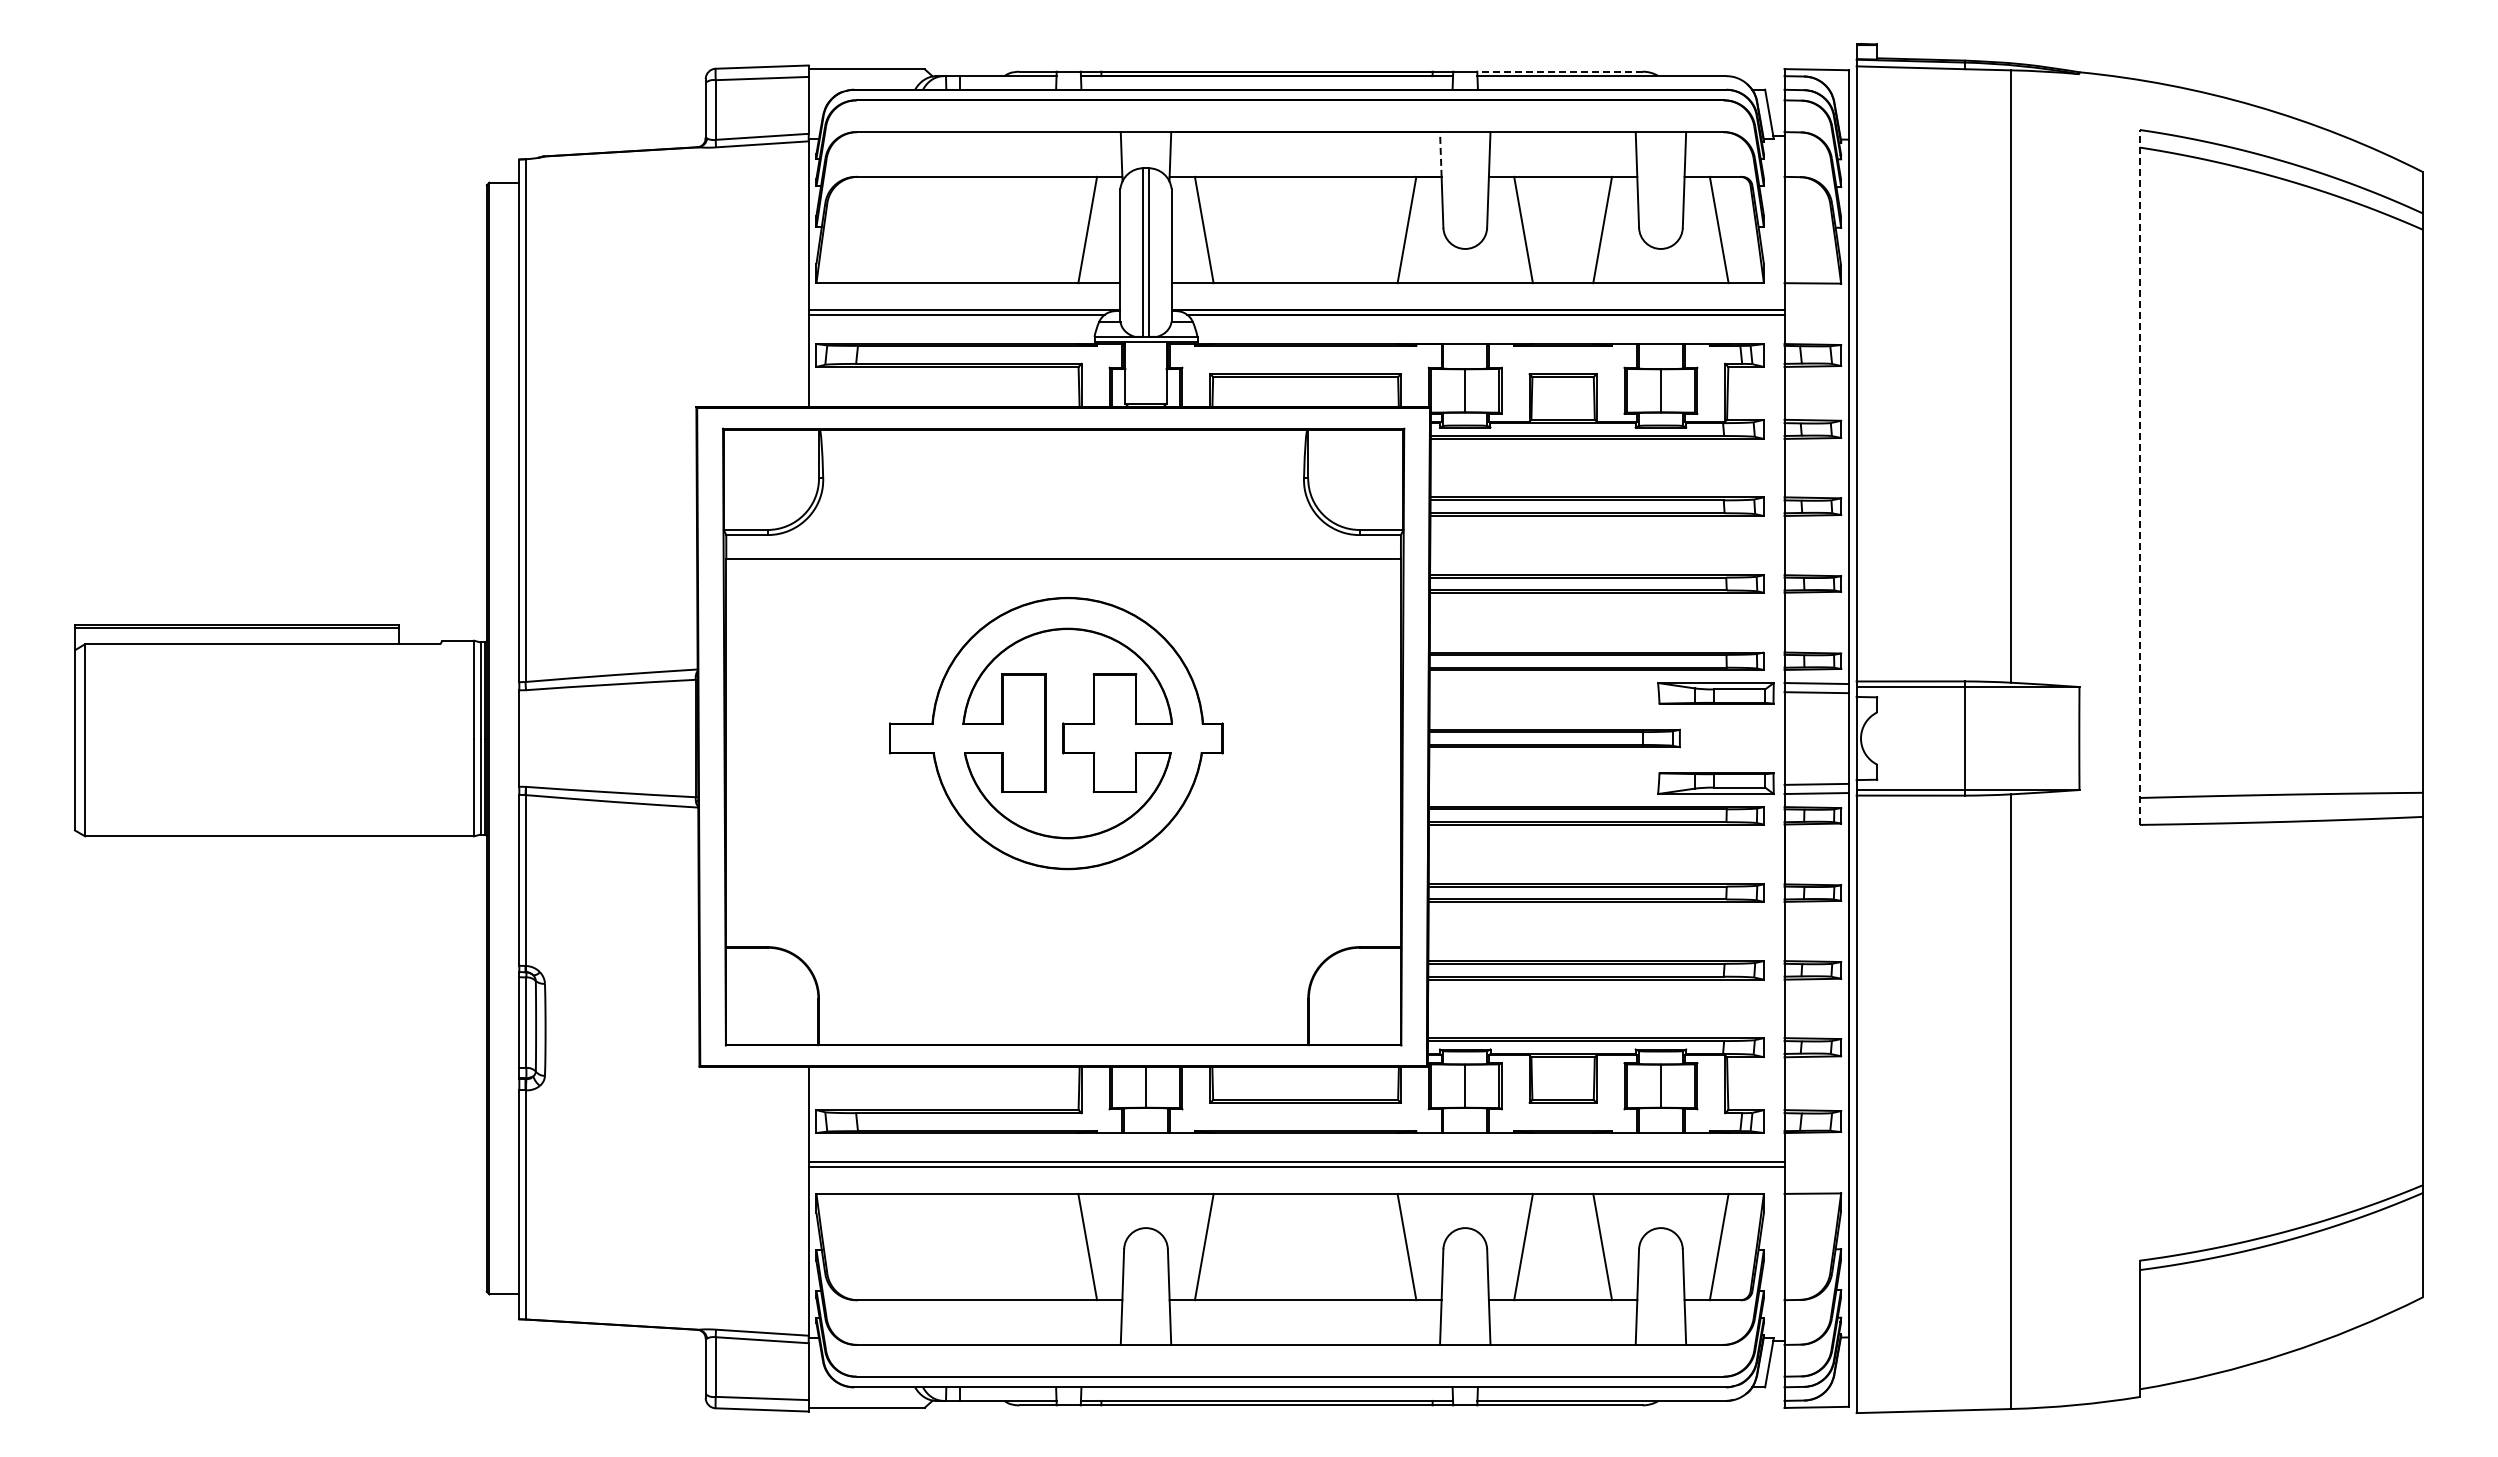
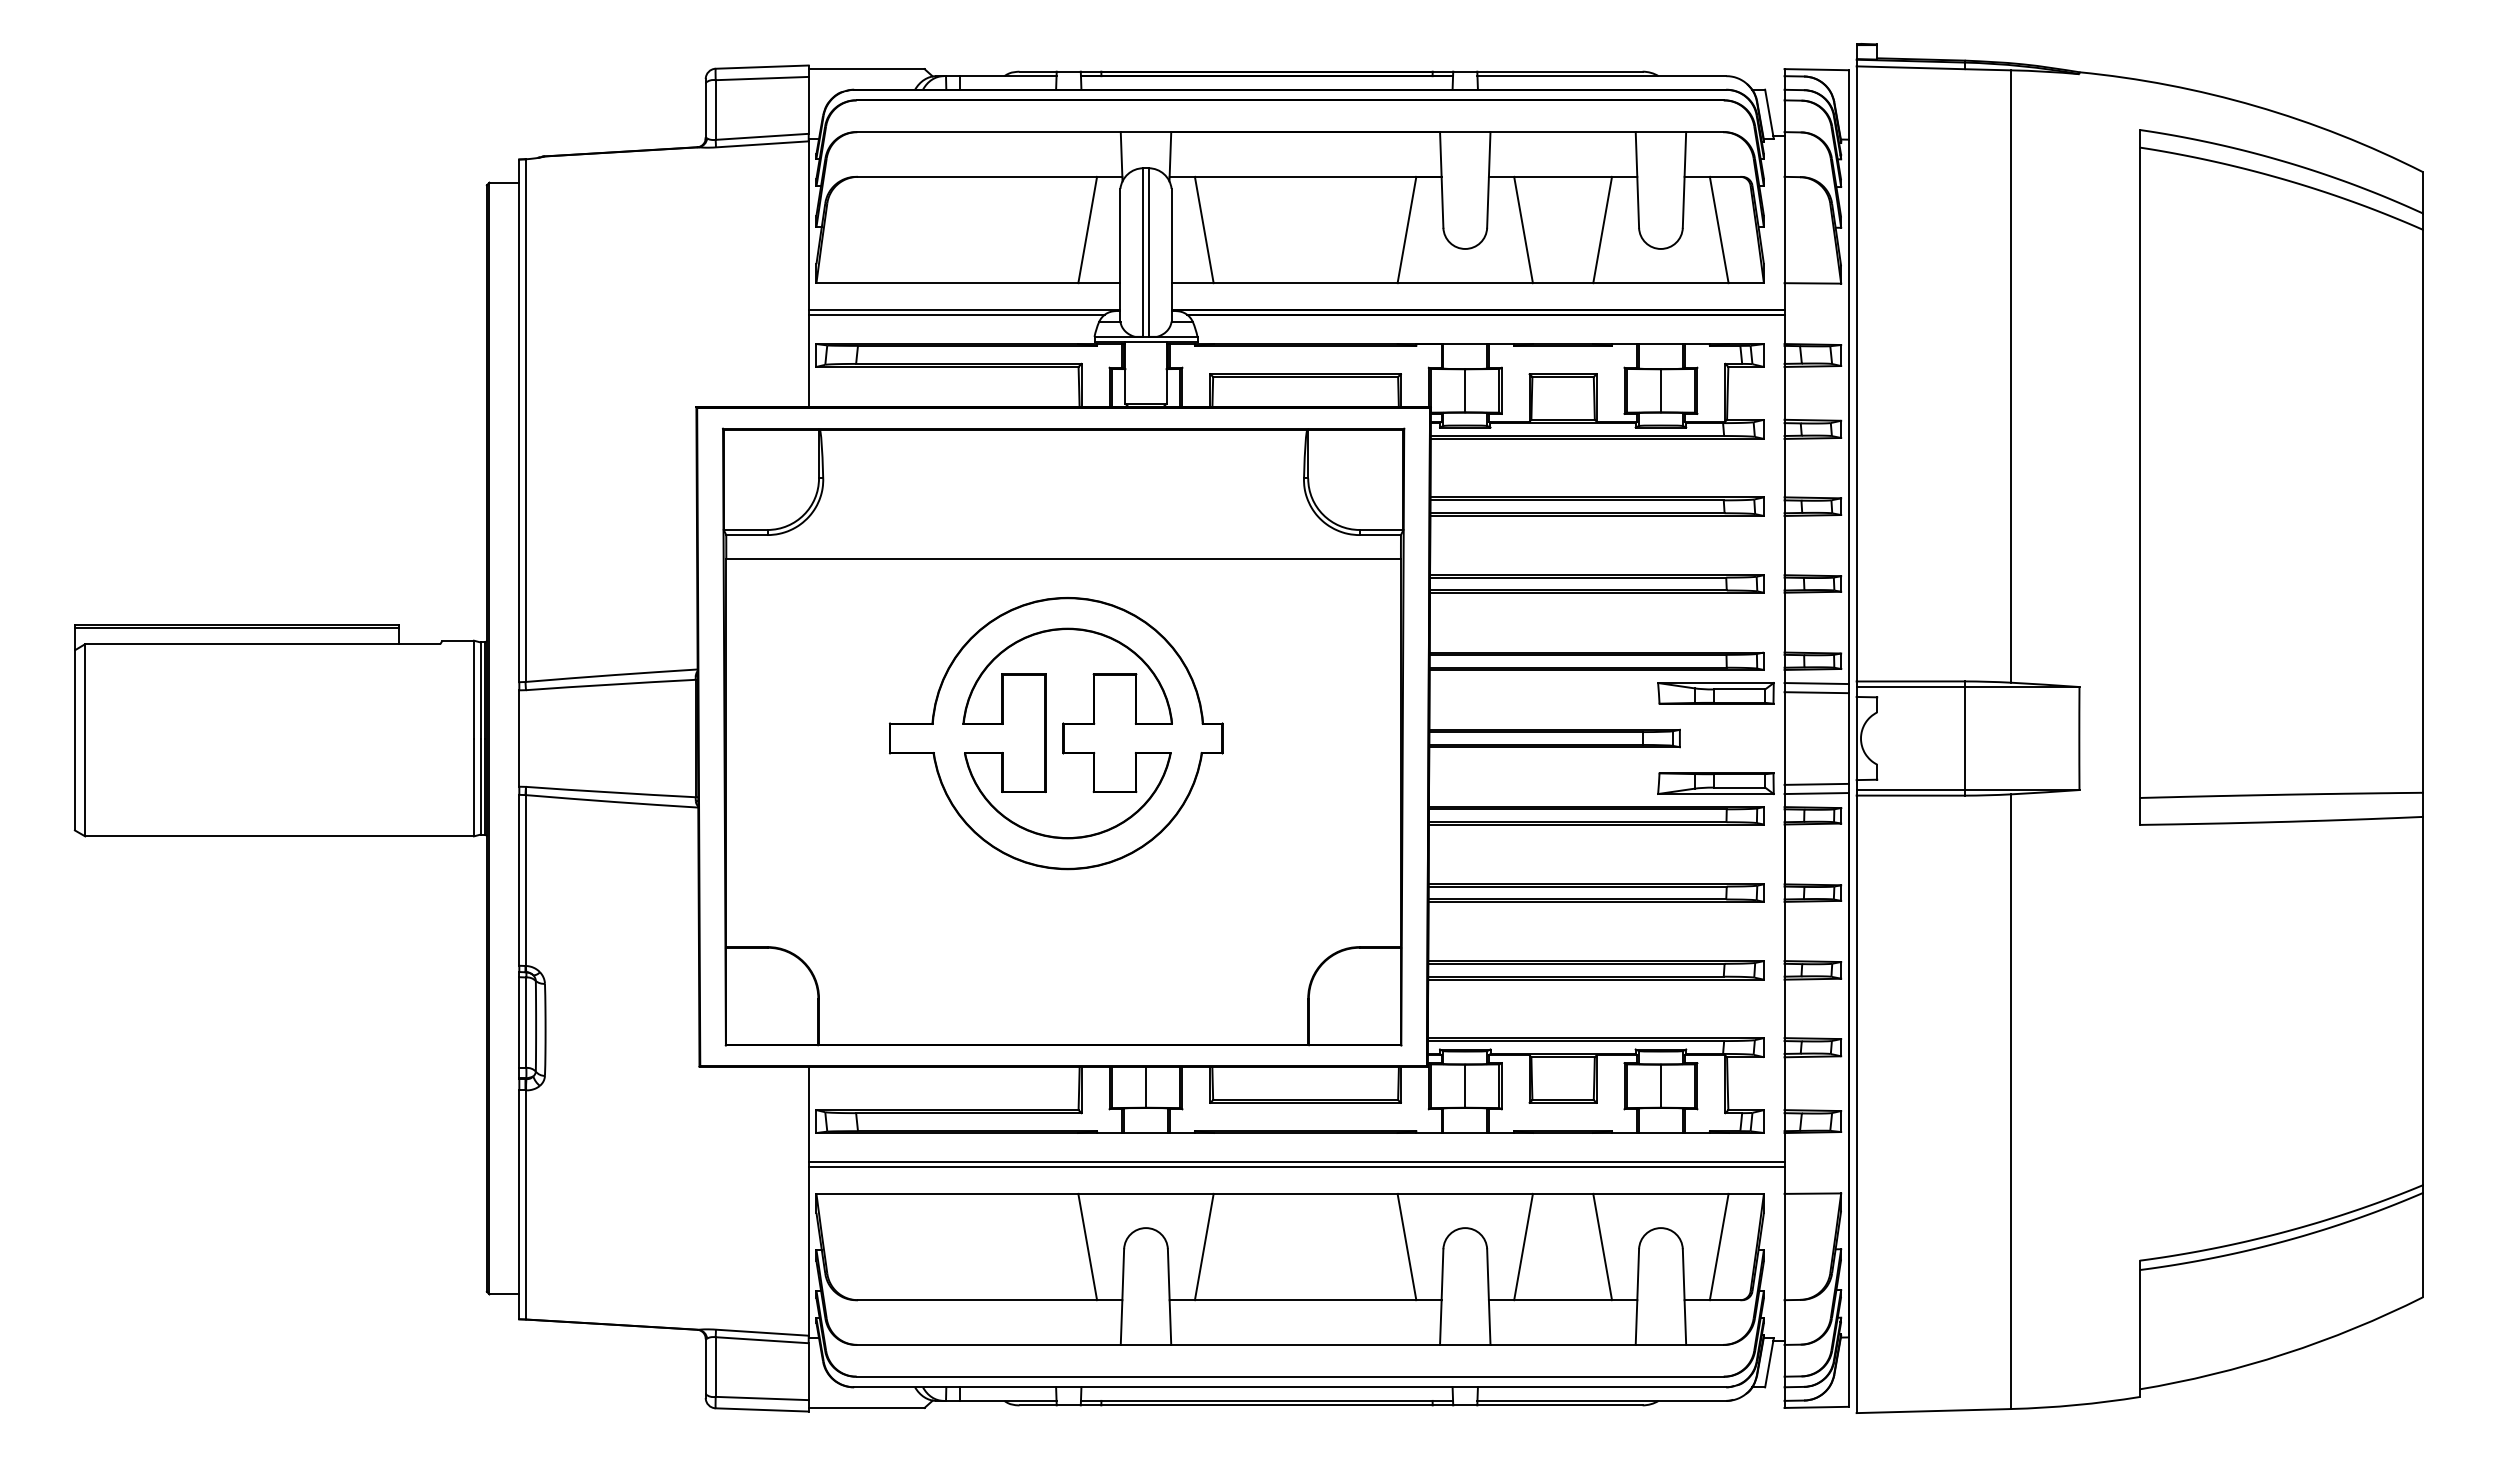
line at (1559, 71): dashed -> solid
line at (1440, 154): dashed -> solid
line at (2139, 476): dashed -> solid
